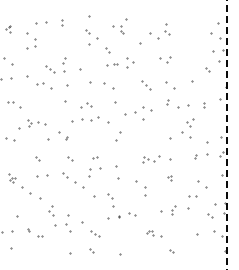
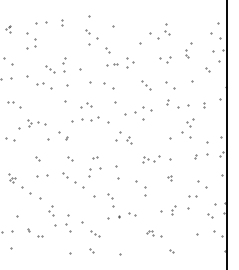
part at (123, 26) position: (123, 26) -> (188, 50)
line at (227, 134): dashed -> solid
part at (129, 140): none -> present
